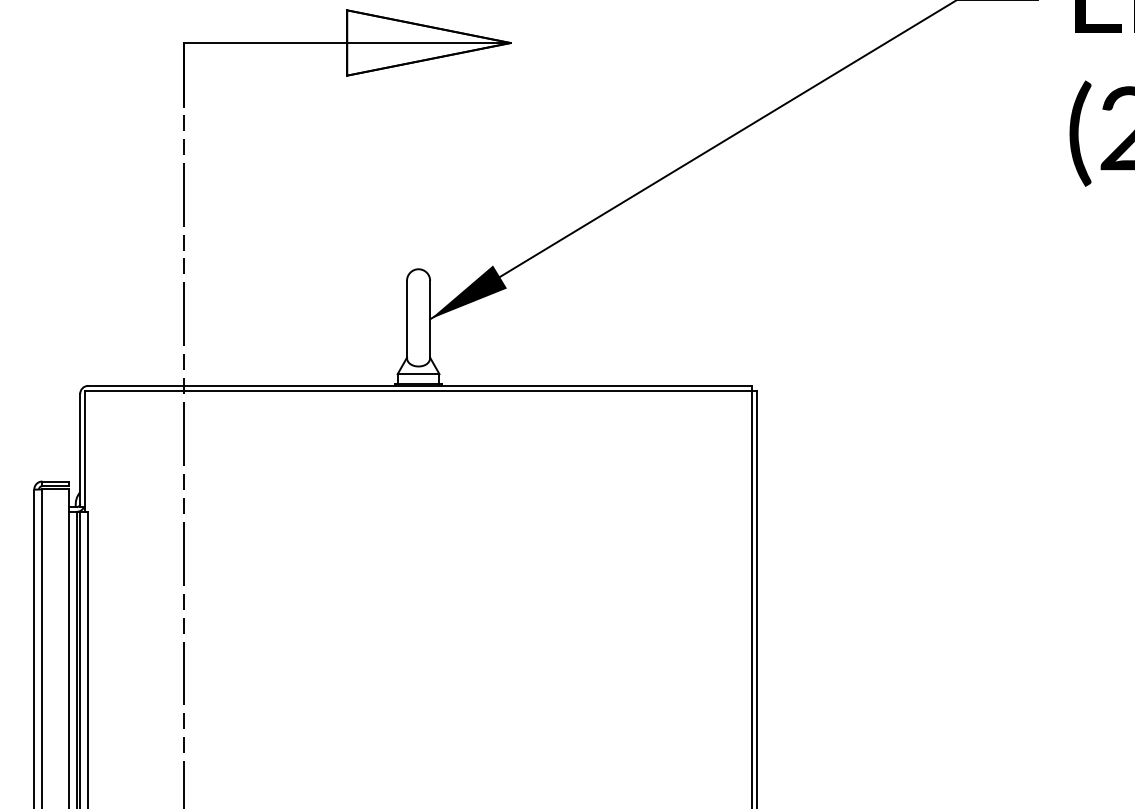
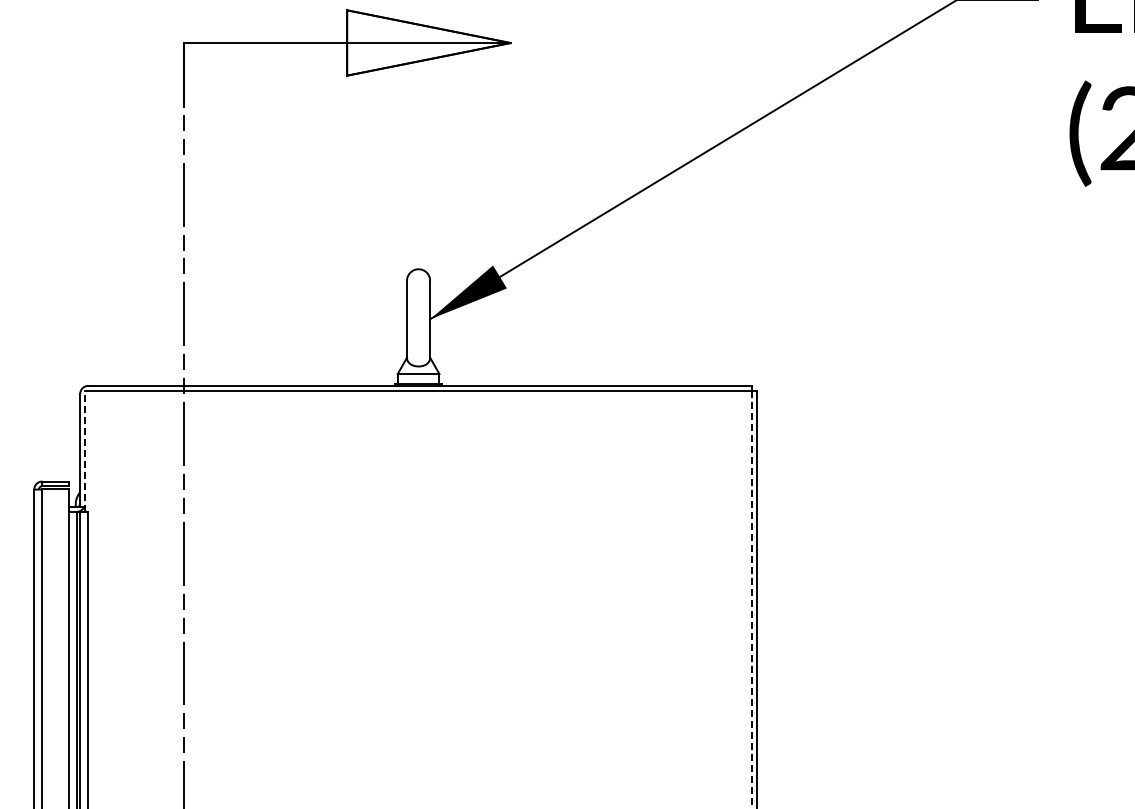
line at (84, 451): solid -> dashed
line at (752, 599): solid -> dashed
